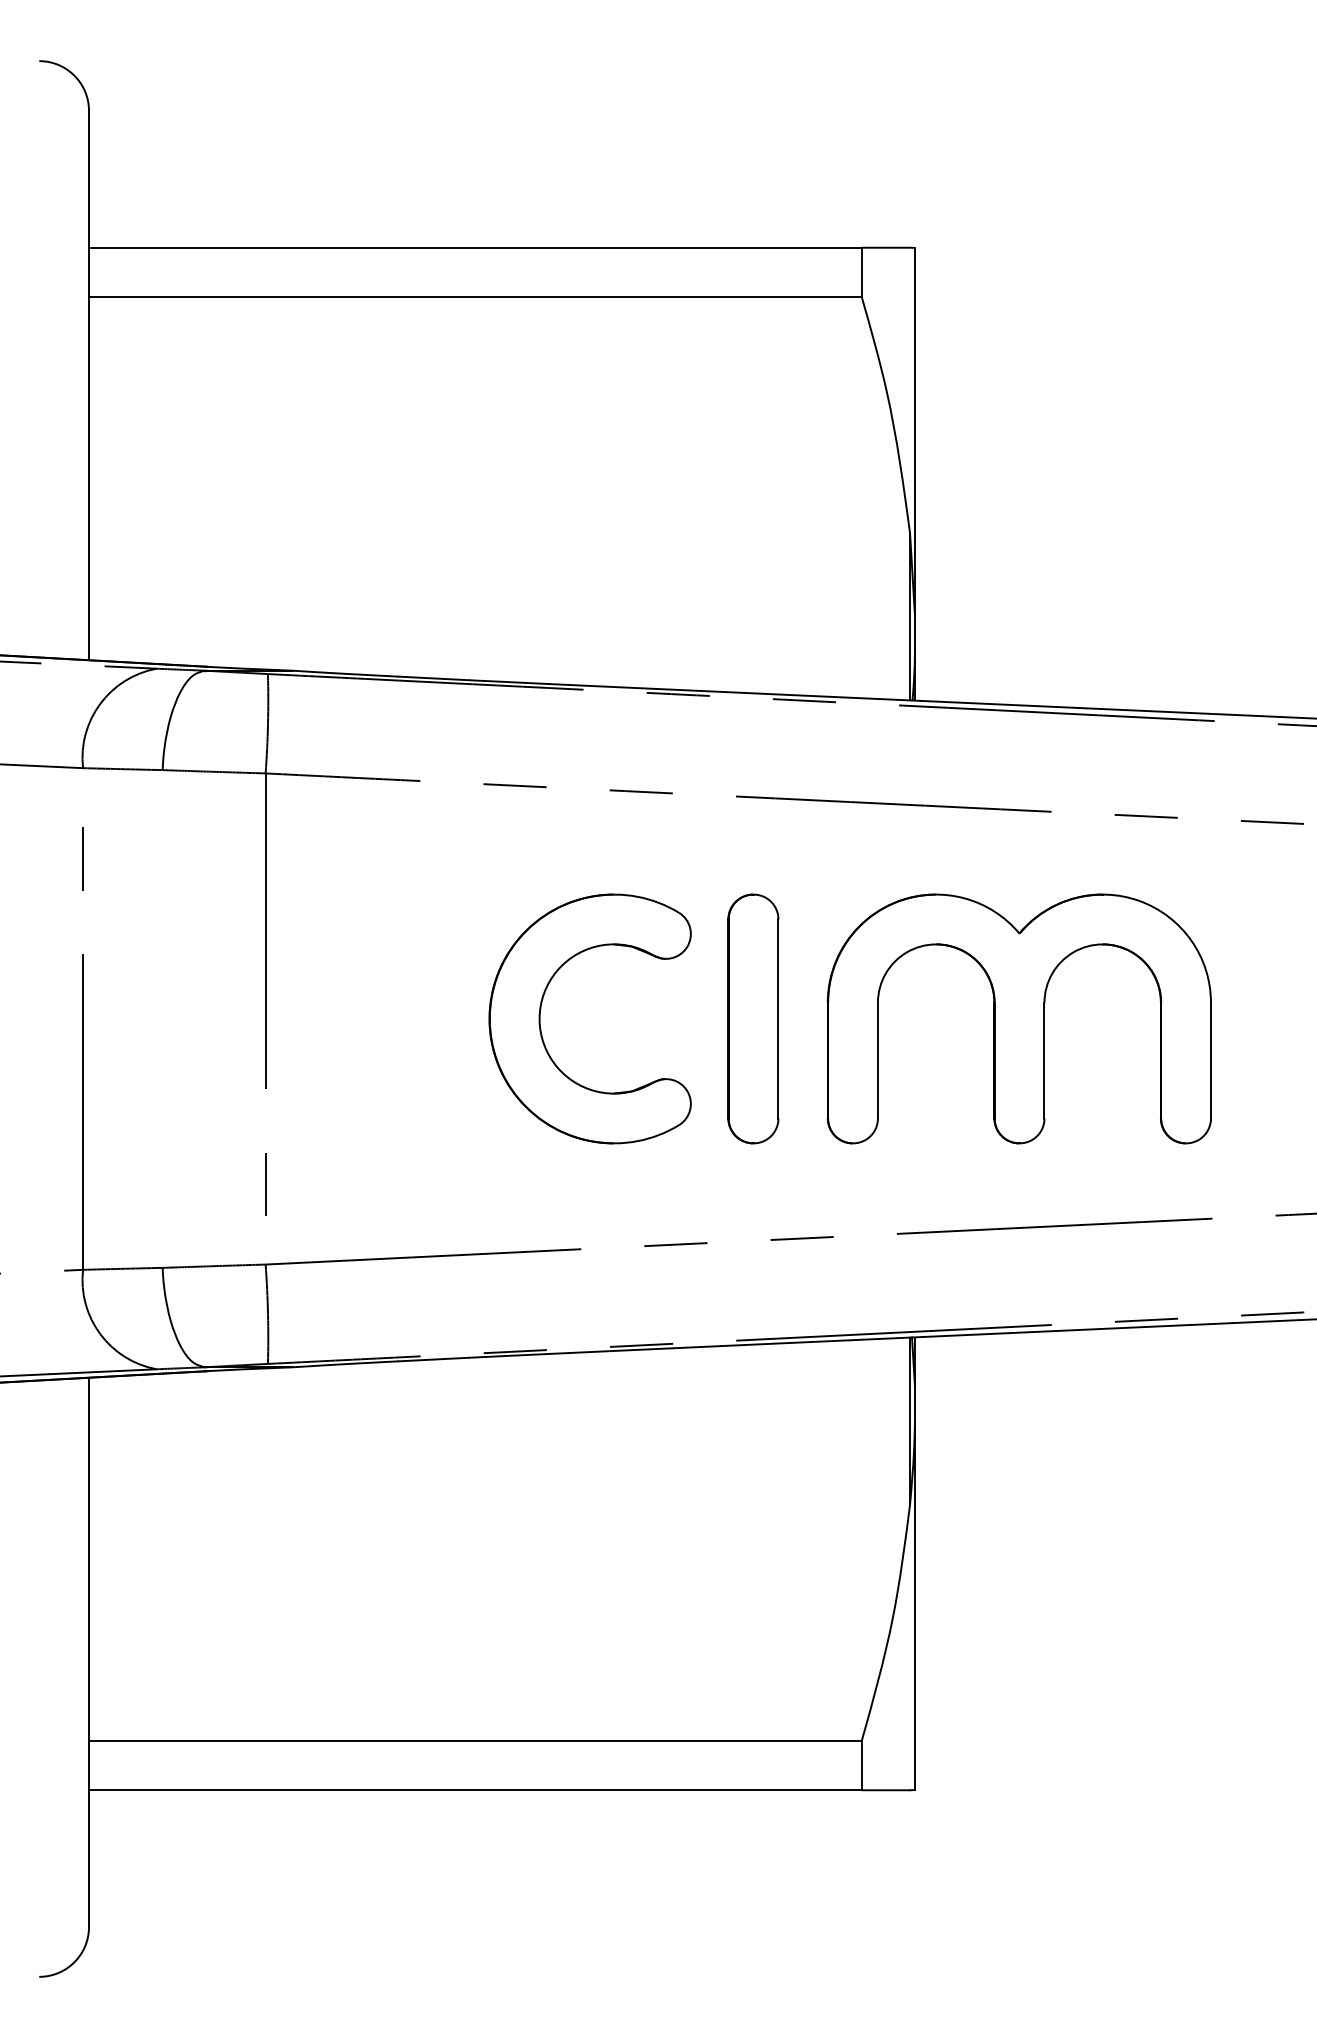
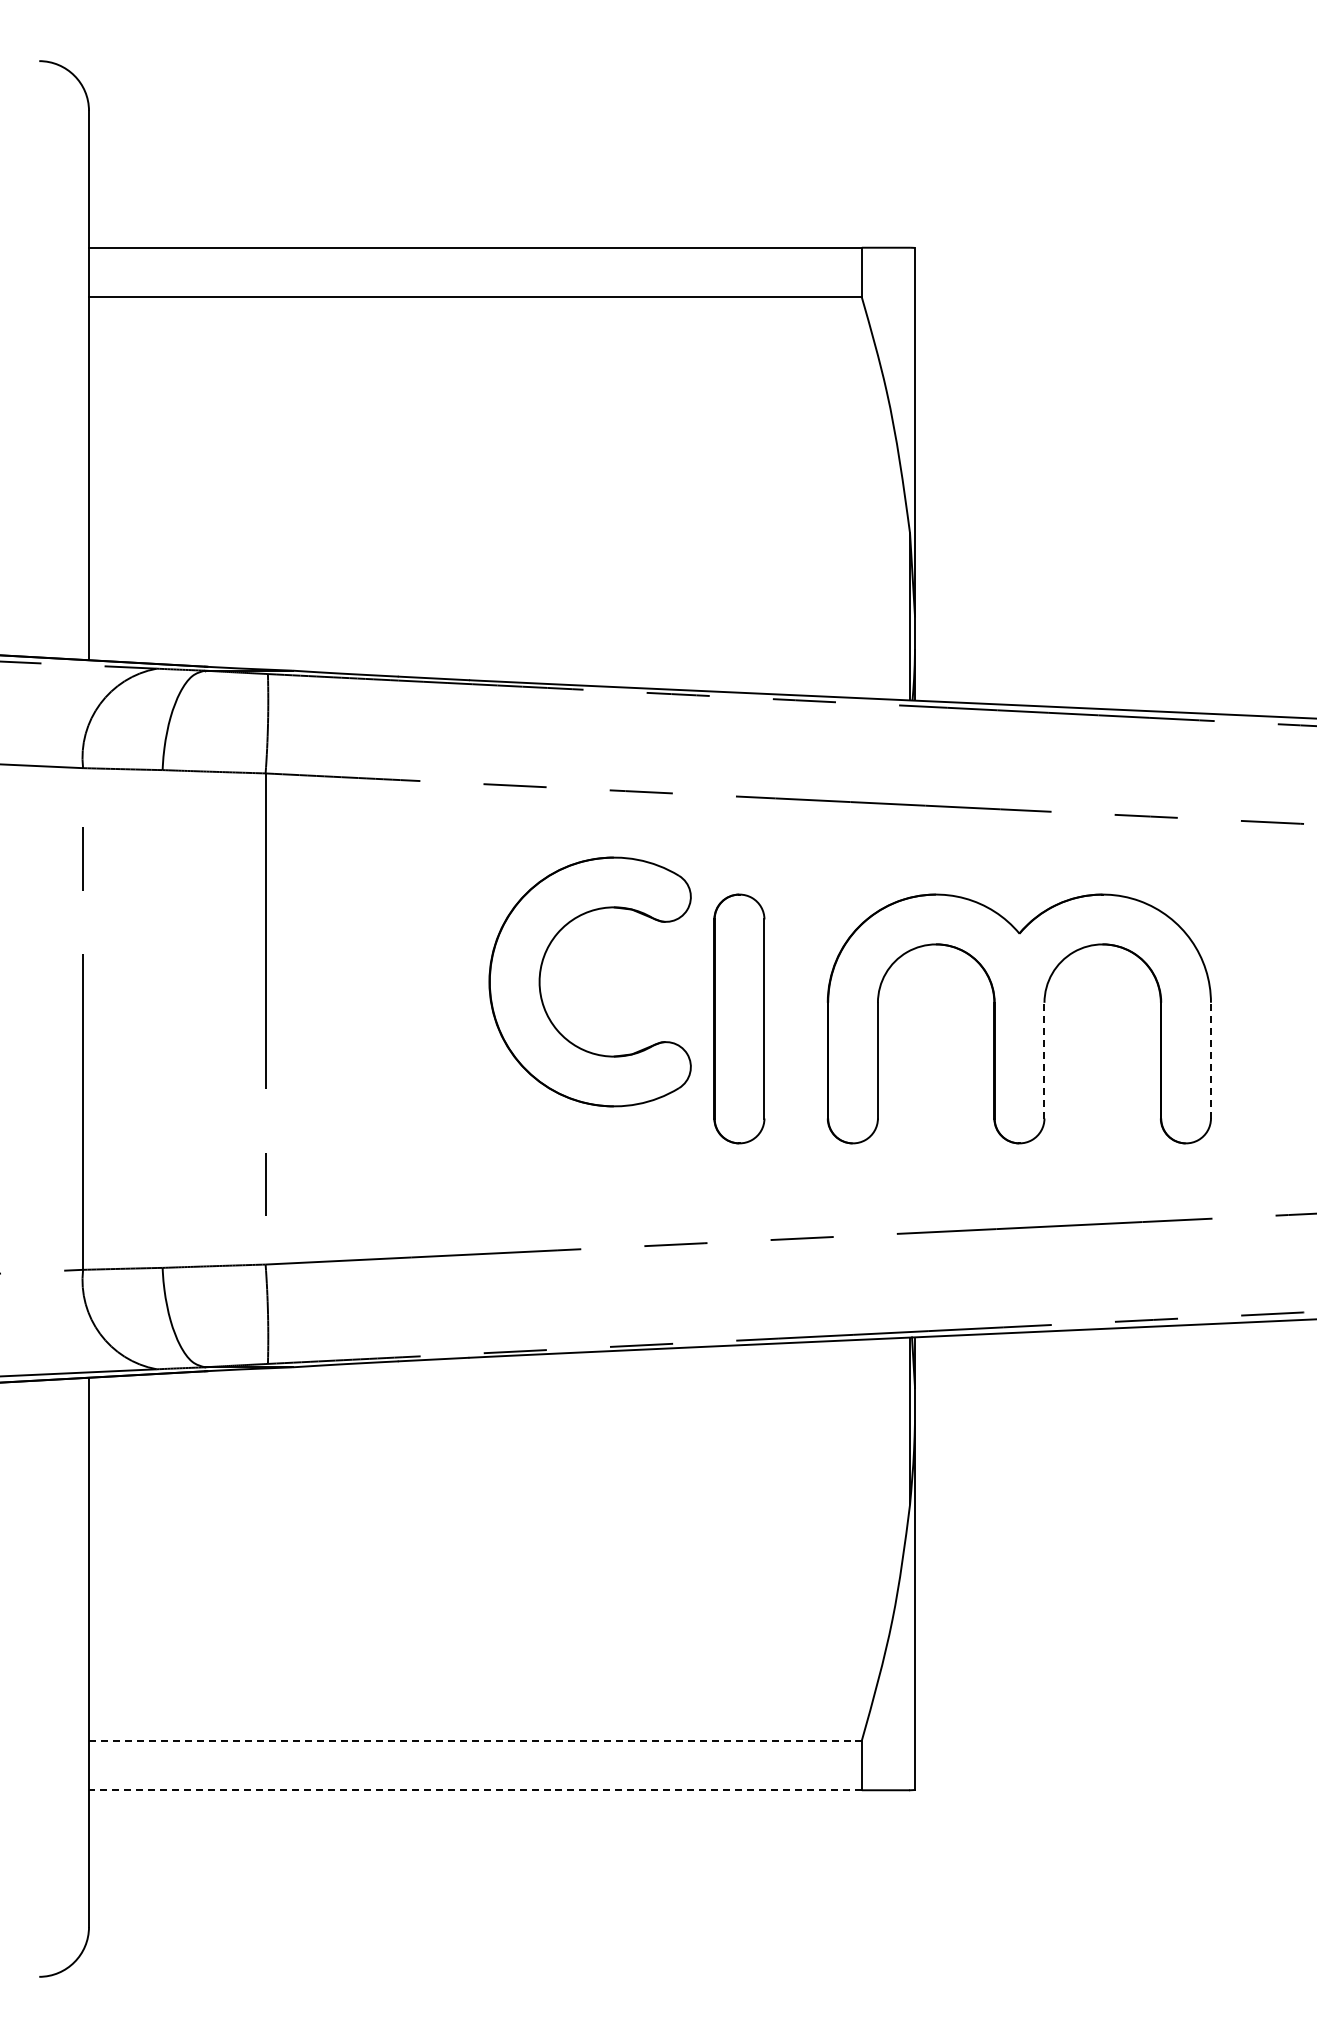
part at (541, 1009) position: (541, 1009) -> (541, 972)
part at (753, 1018) position: (753, 1018) -> (739, 1018)
line at (1044, 1060): solid -> dashed
line at (1210, 1060): solid -> dashed
line at (475, 1740): solid -> dashed
line at (474, 1790): solid -> dashed
